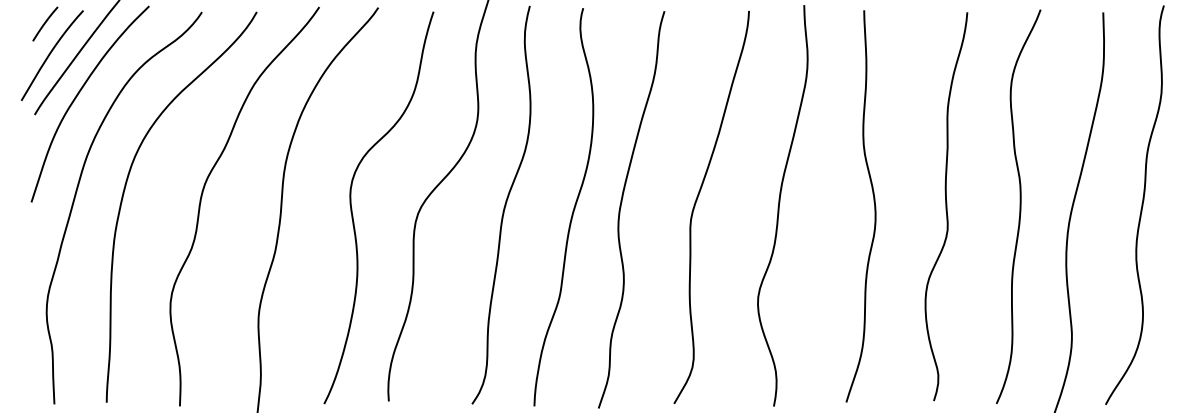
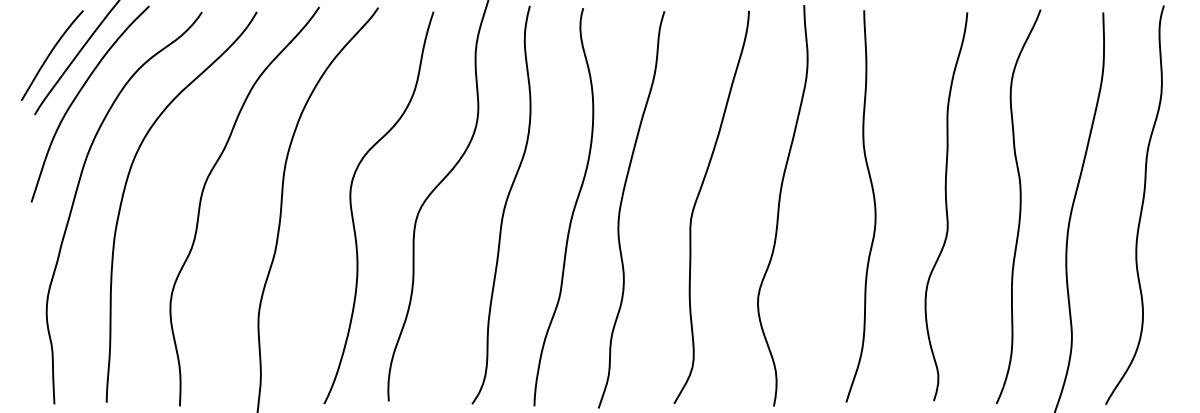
curve at (45, 23): present -> none
